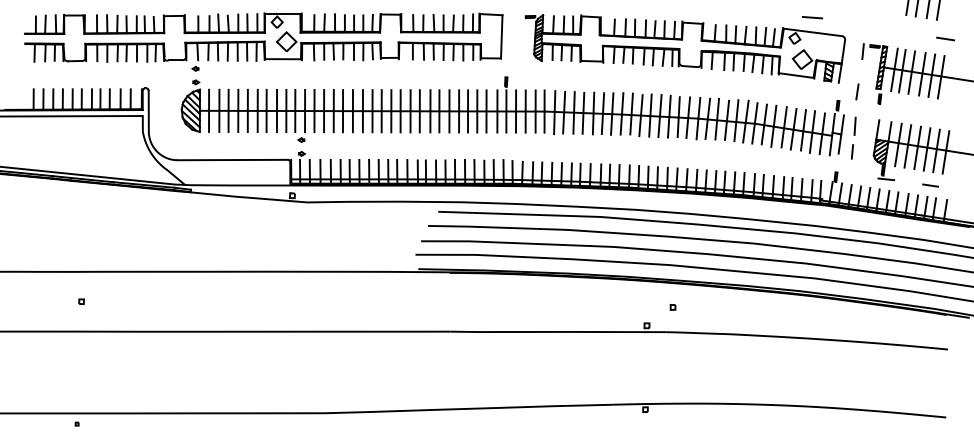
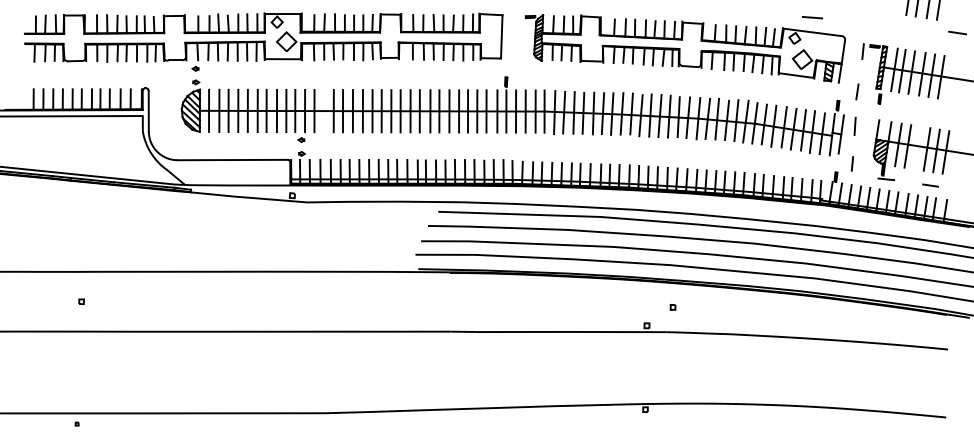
line at (945, 38) position: (945, 38) -> (957, 32)
line at (324, 111): present -> none
line at (917, 147): present -> none
line at (851, 151) position: (851, 151) -> (851, 163)
